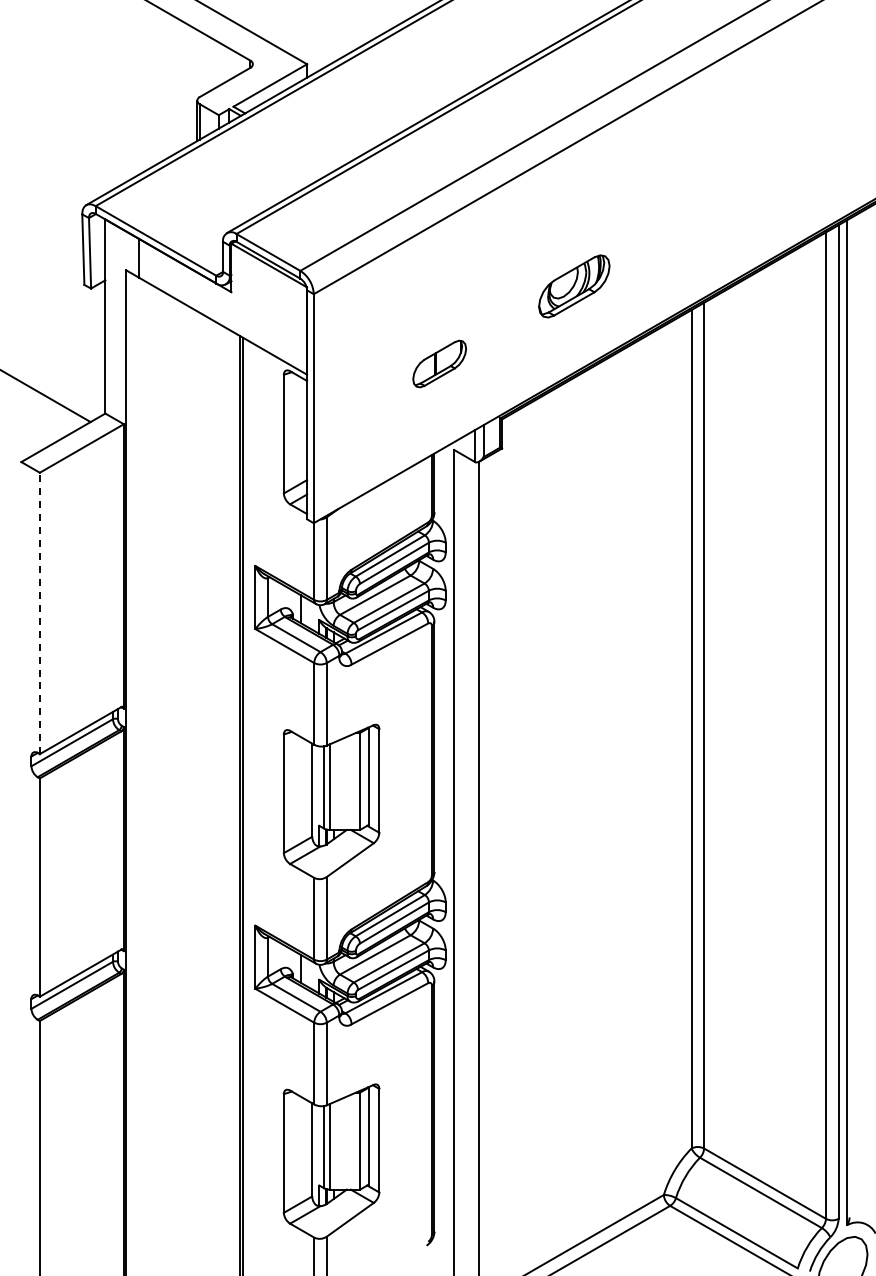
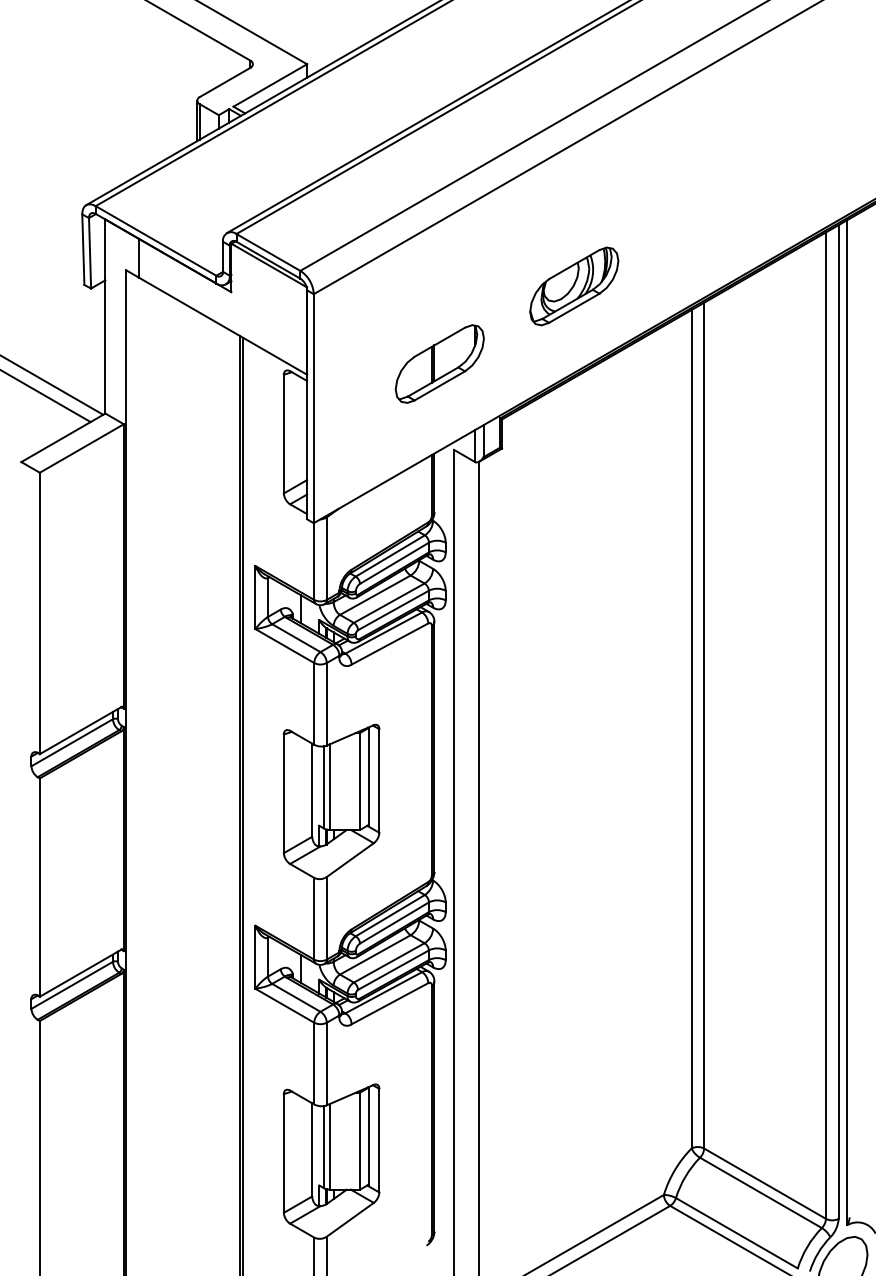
part at (574, 286) size: 73x65 px -> 91x81 px
part at (439, 363) size: 55x50 px -> 91x80 px
line at (52, 385): none -> present
line at (39, 613): dashed -> solid
